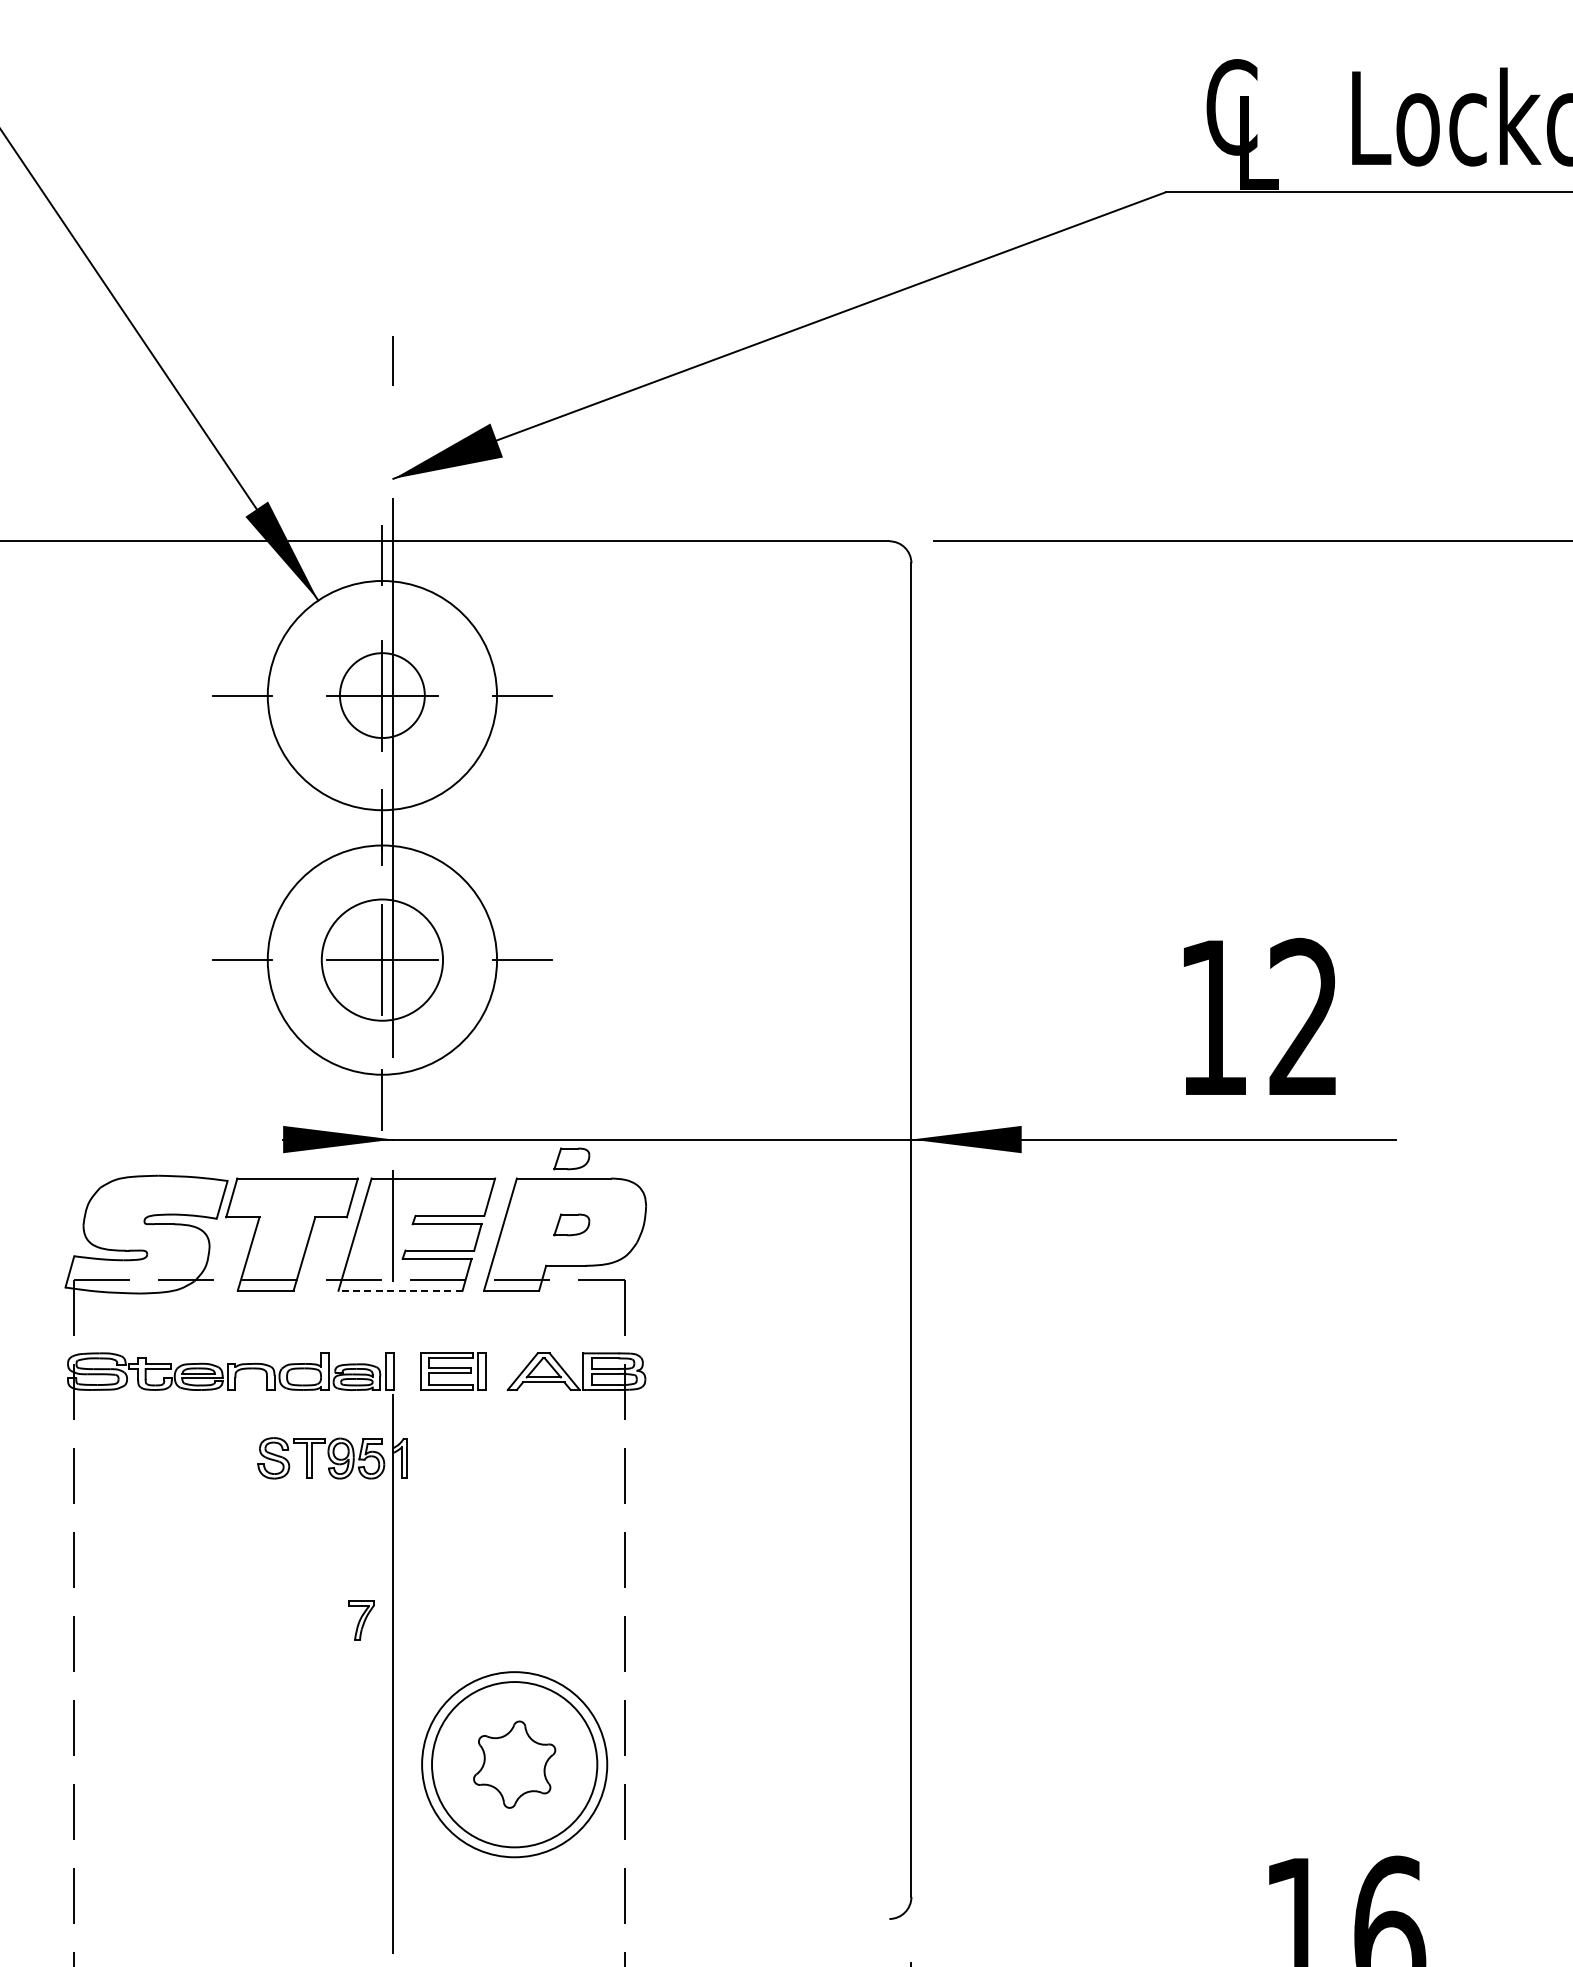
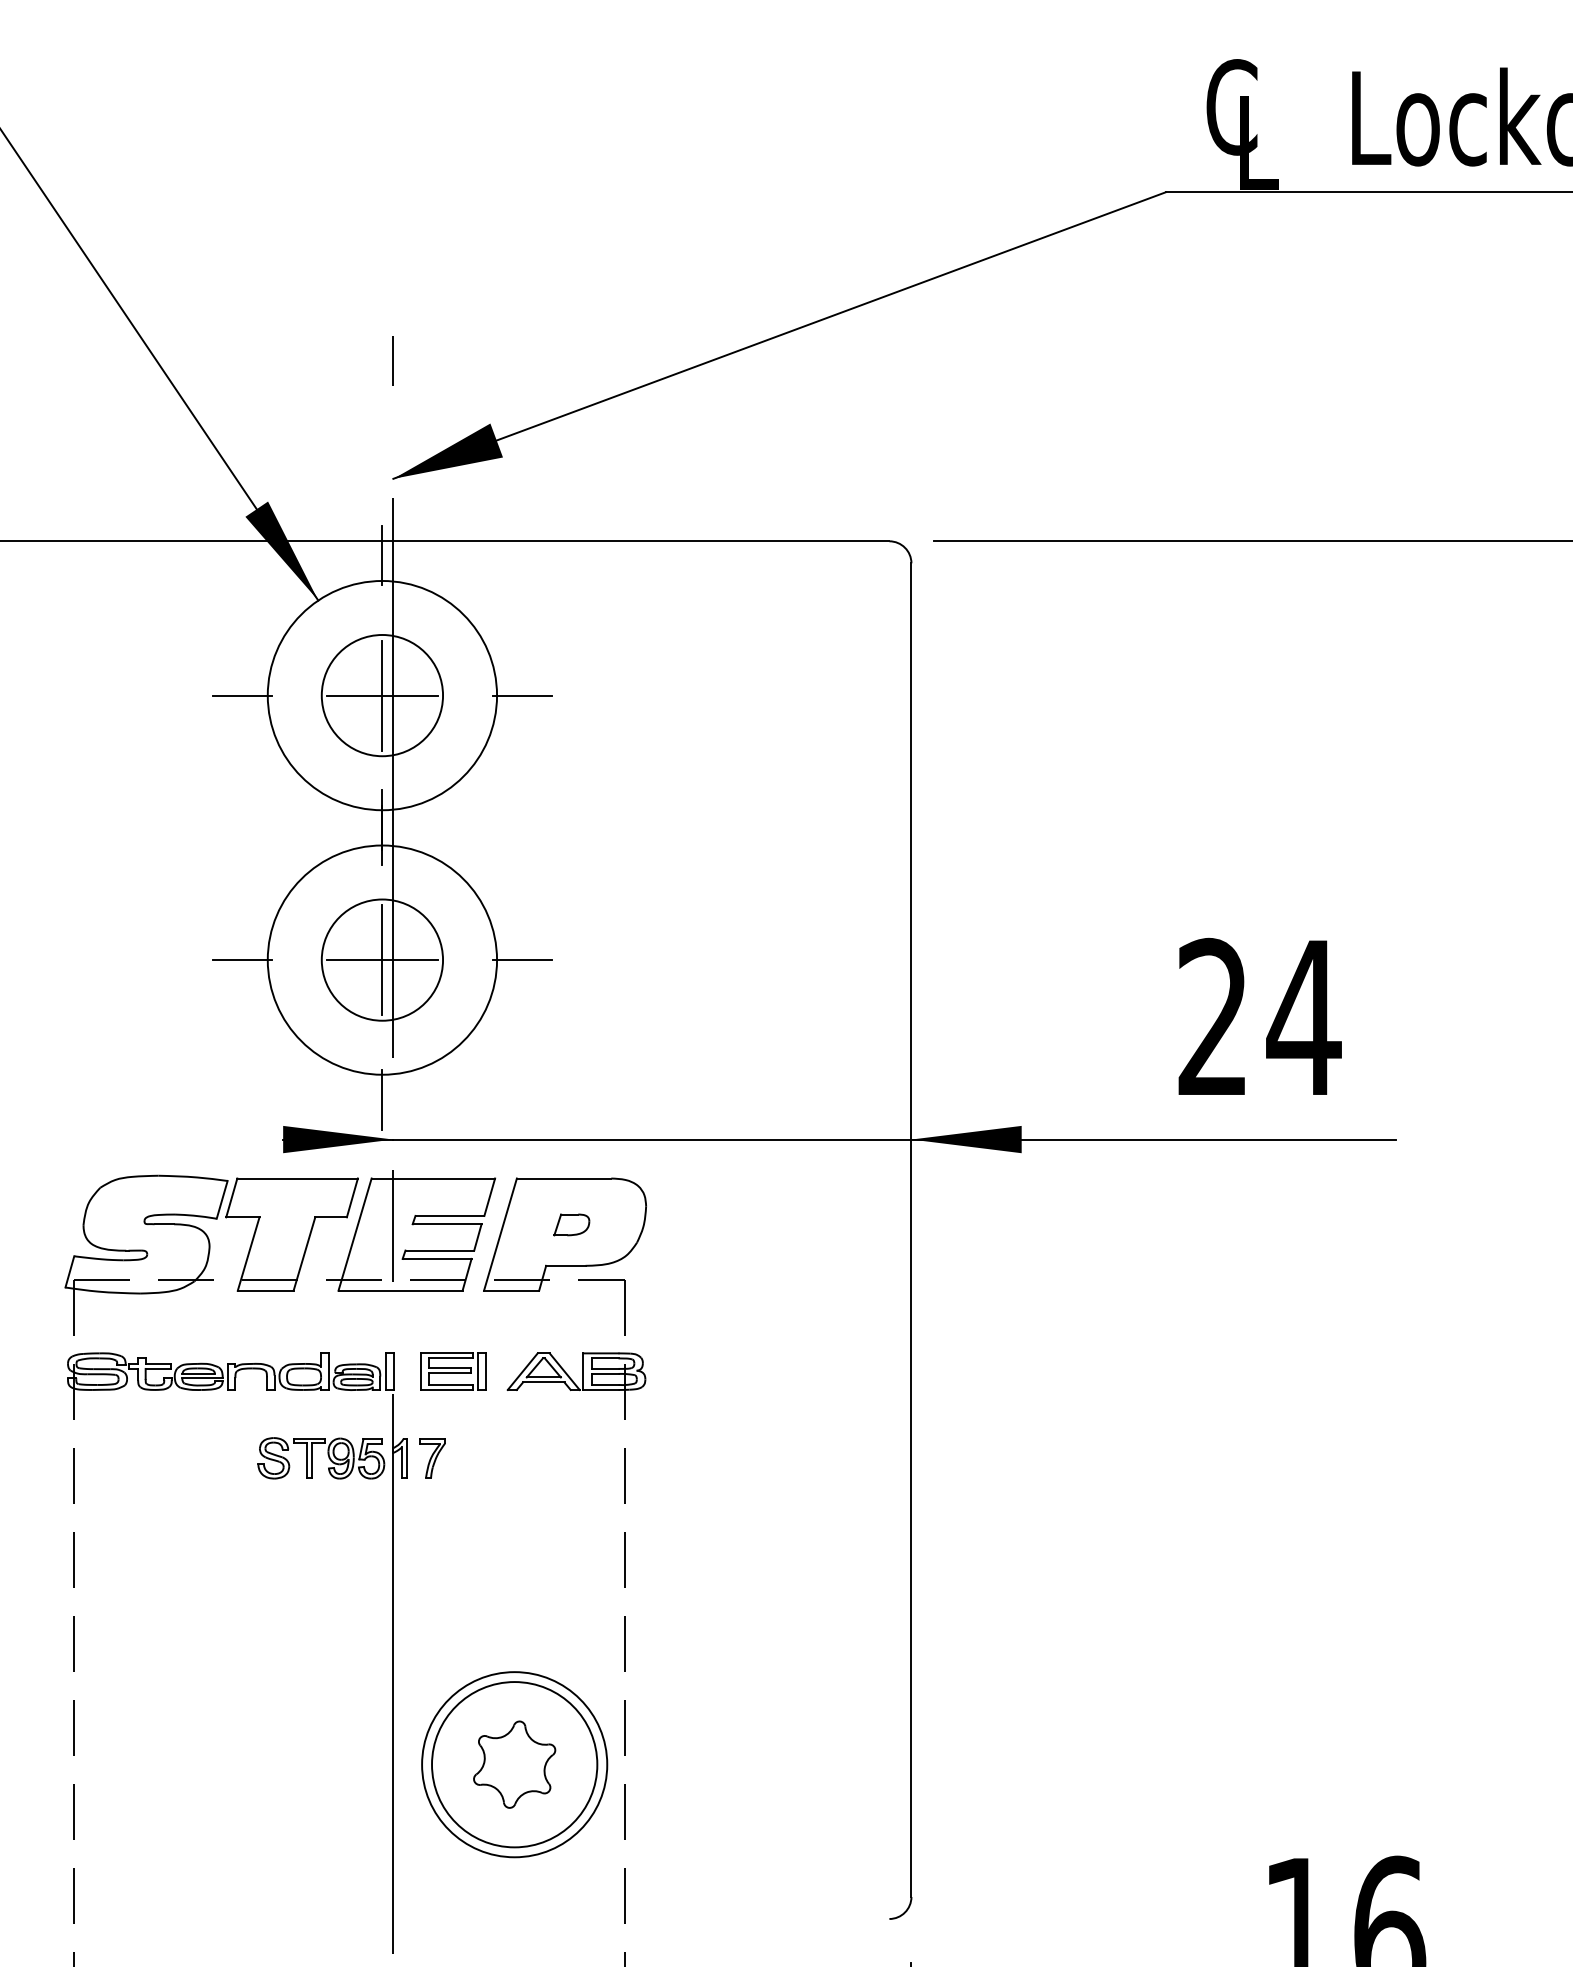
circle at (381, 695) diameter: 85 px -> 121 px
text at (1259, 1015): 12 -> 24
part at (571, 1158): present -> none
line at (400, 1290): dashed -> solid
part at (361, 1620) position: (361, 1620) -> (432, 1458)
